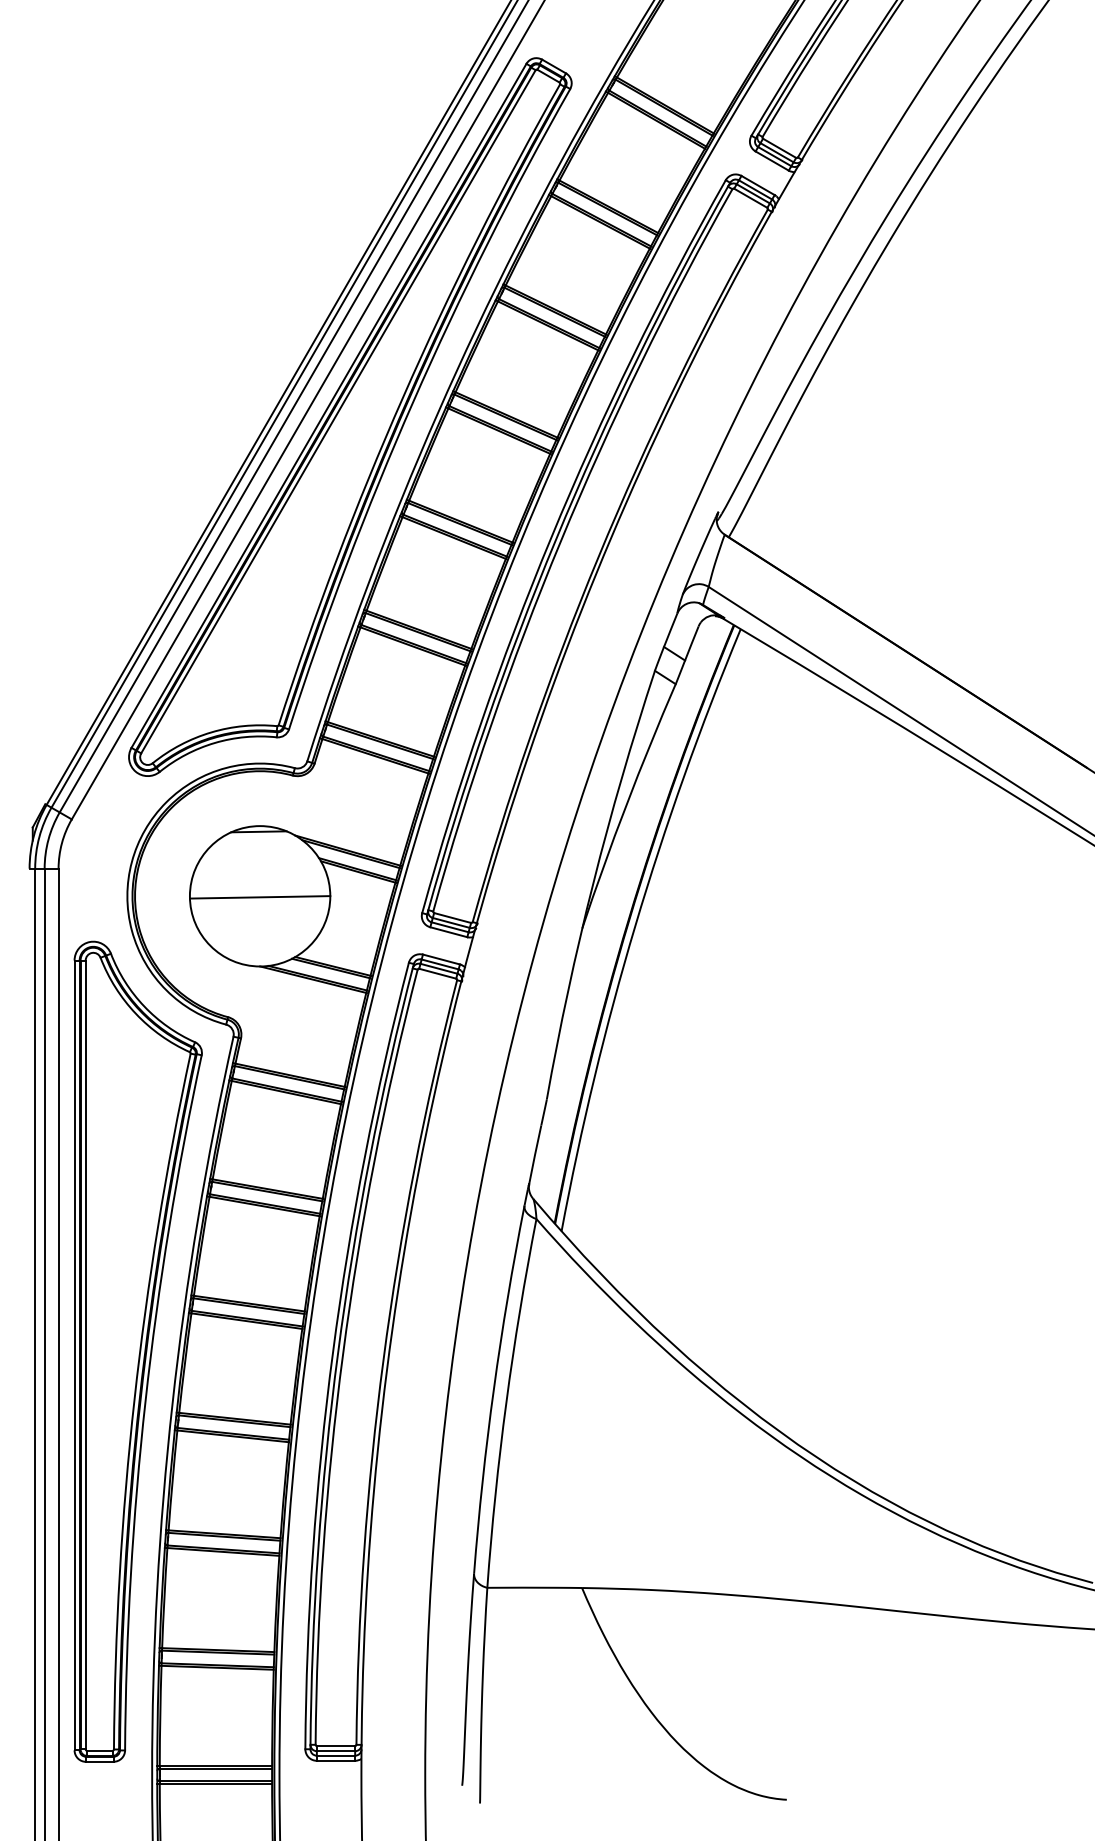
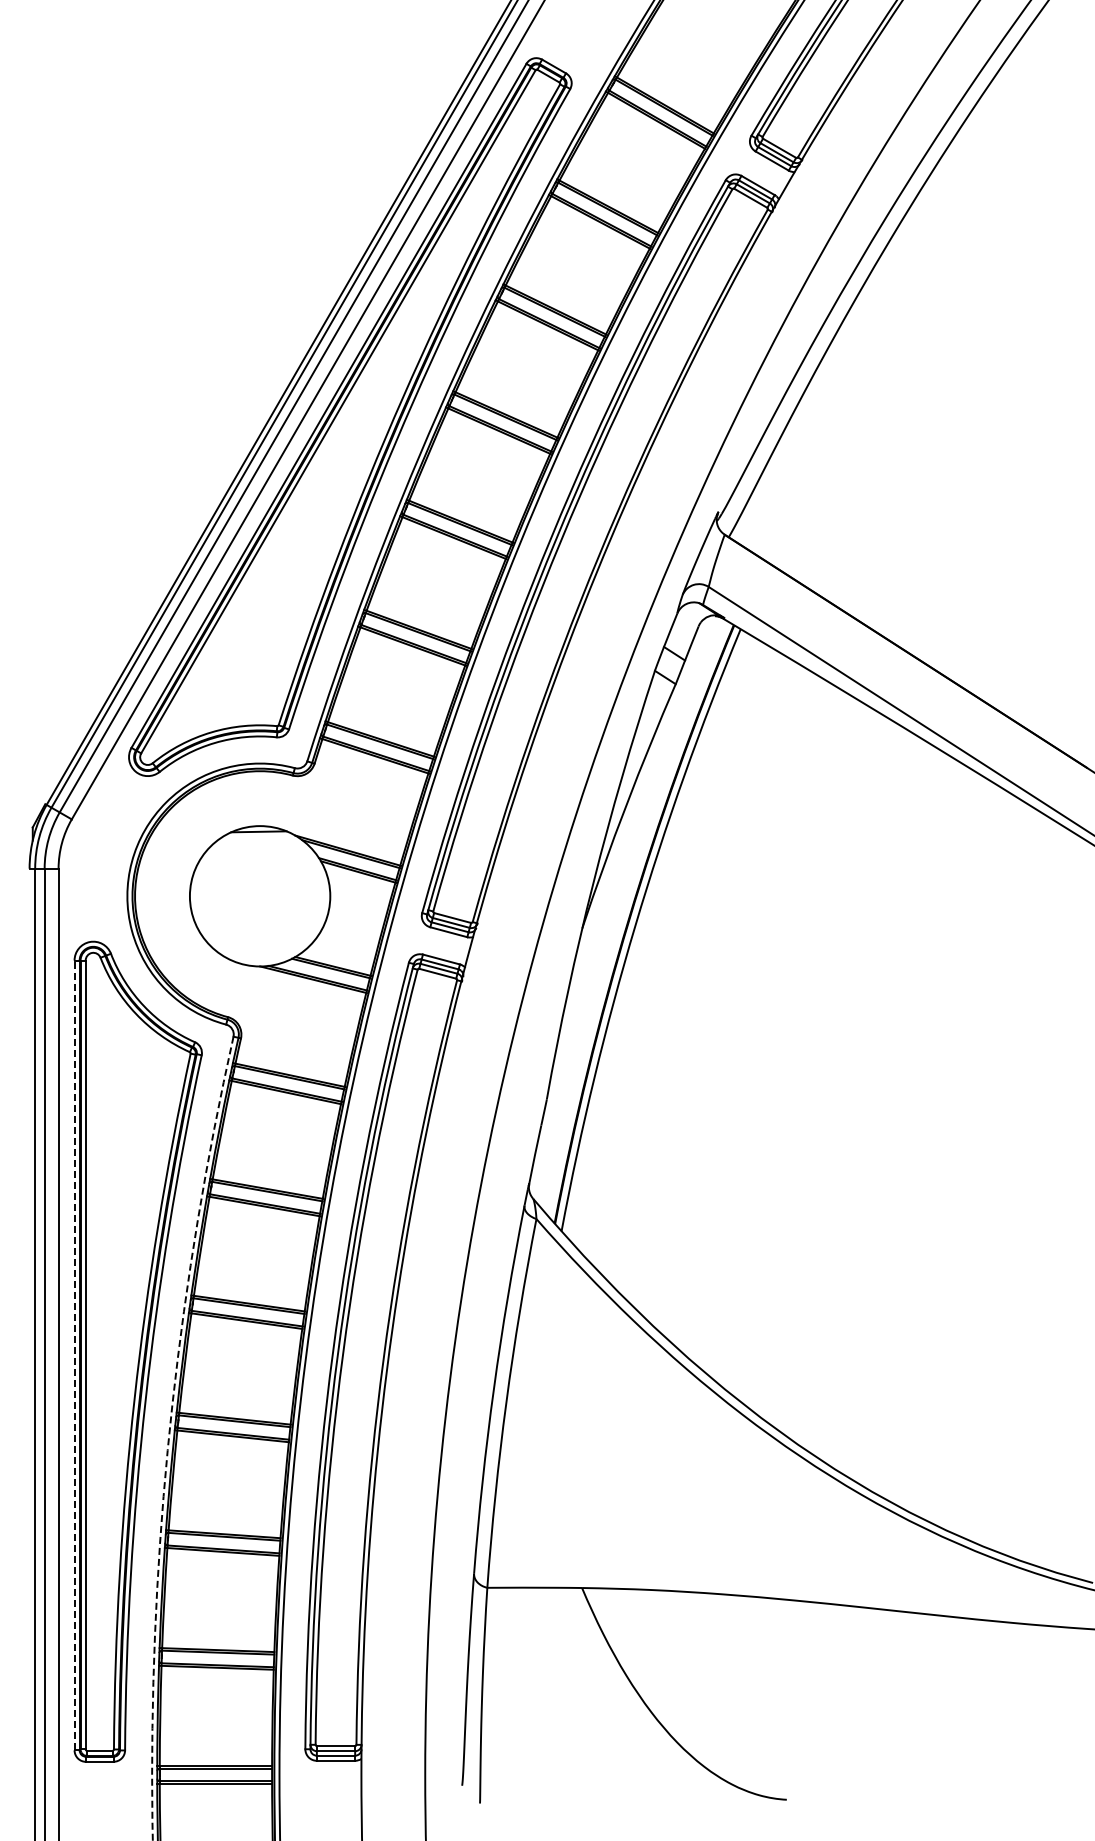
line at (260, 897): present -> none
line at (74, 1355): solid -> dashed
arc at (169, 1437): solid -> dashed
